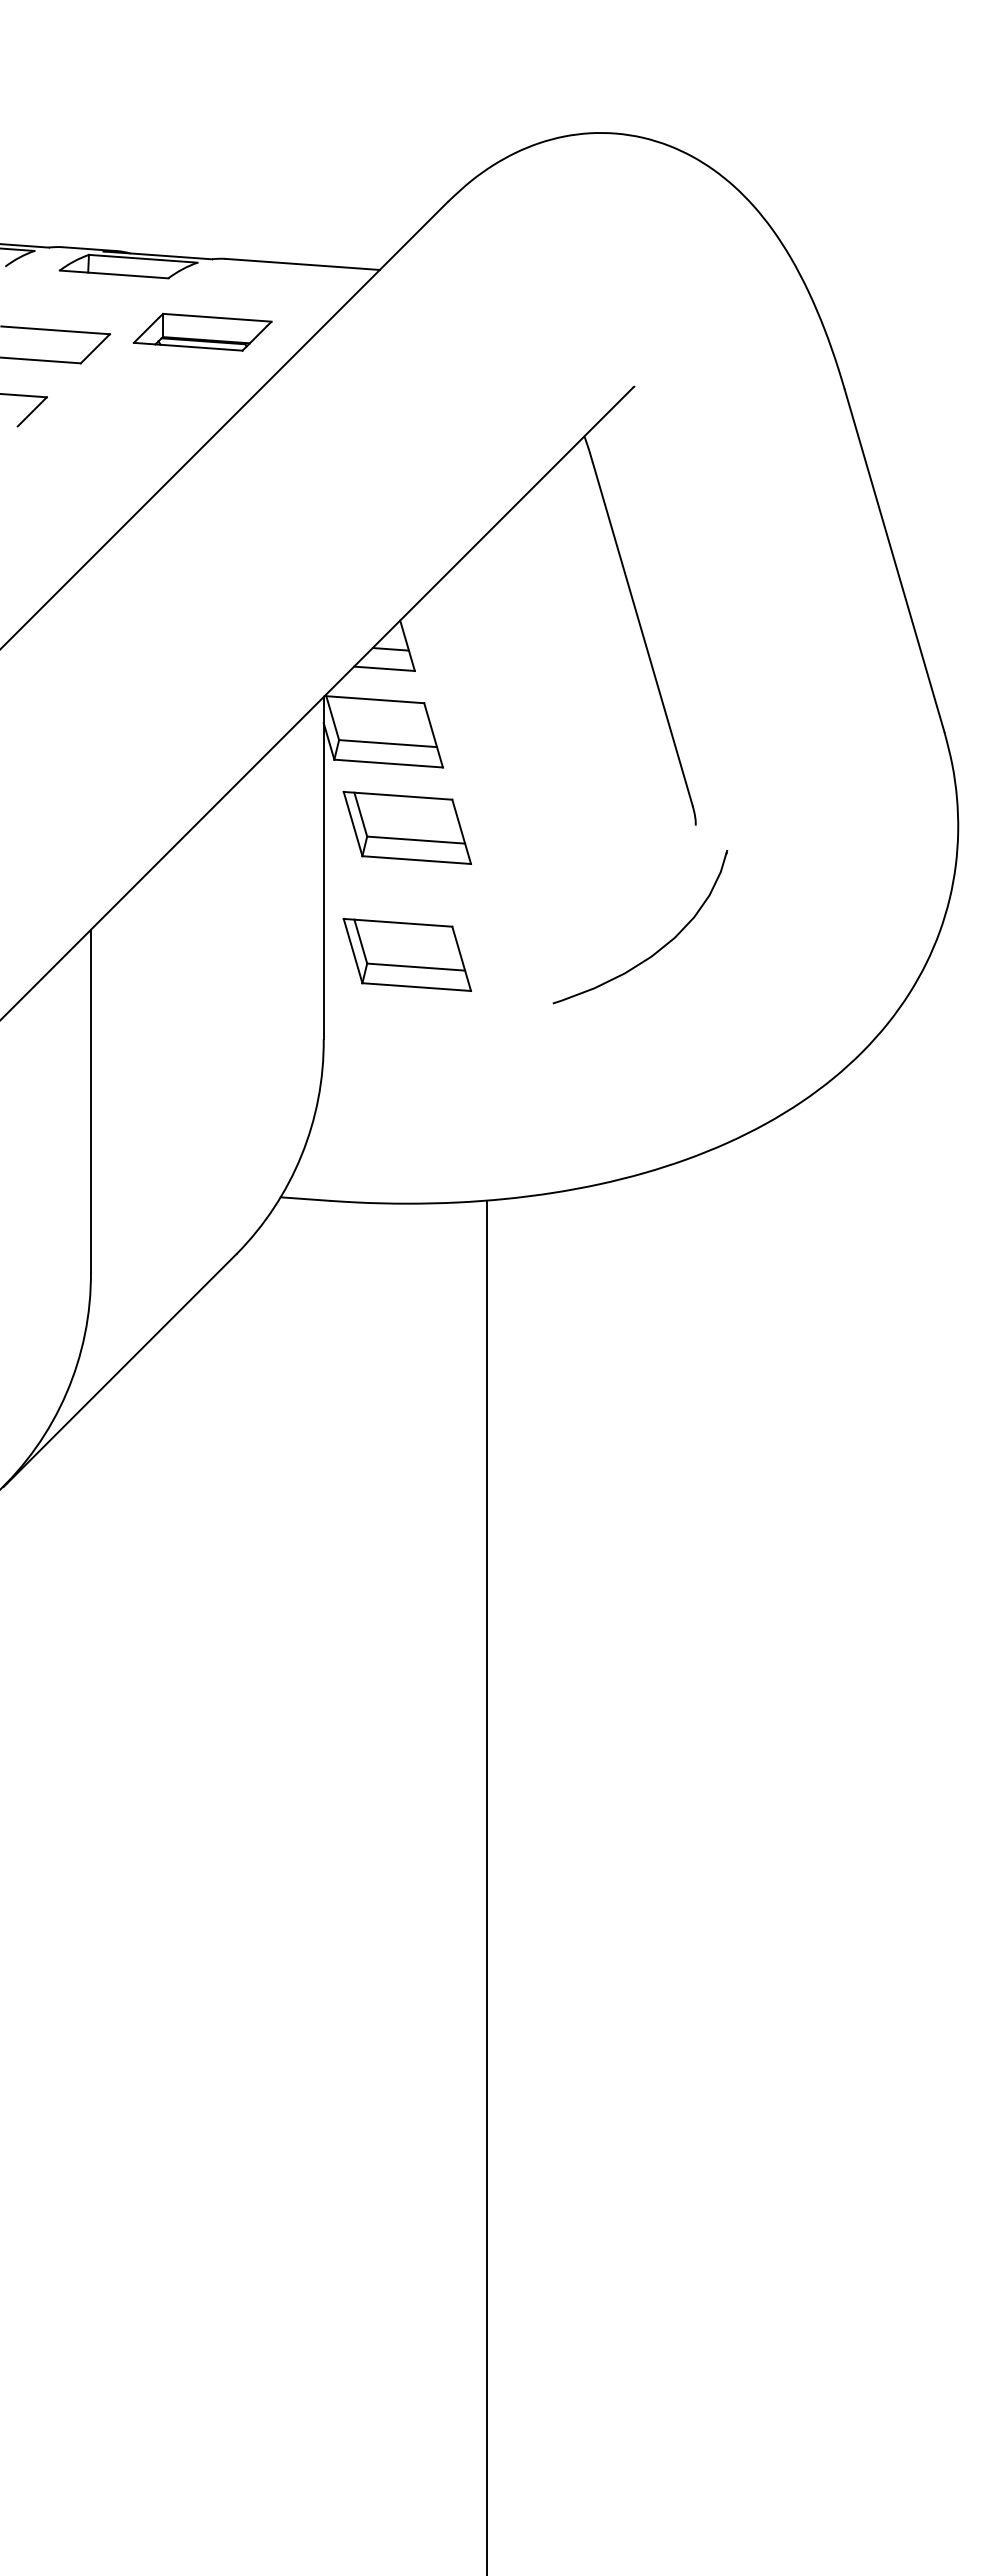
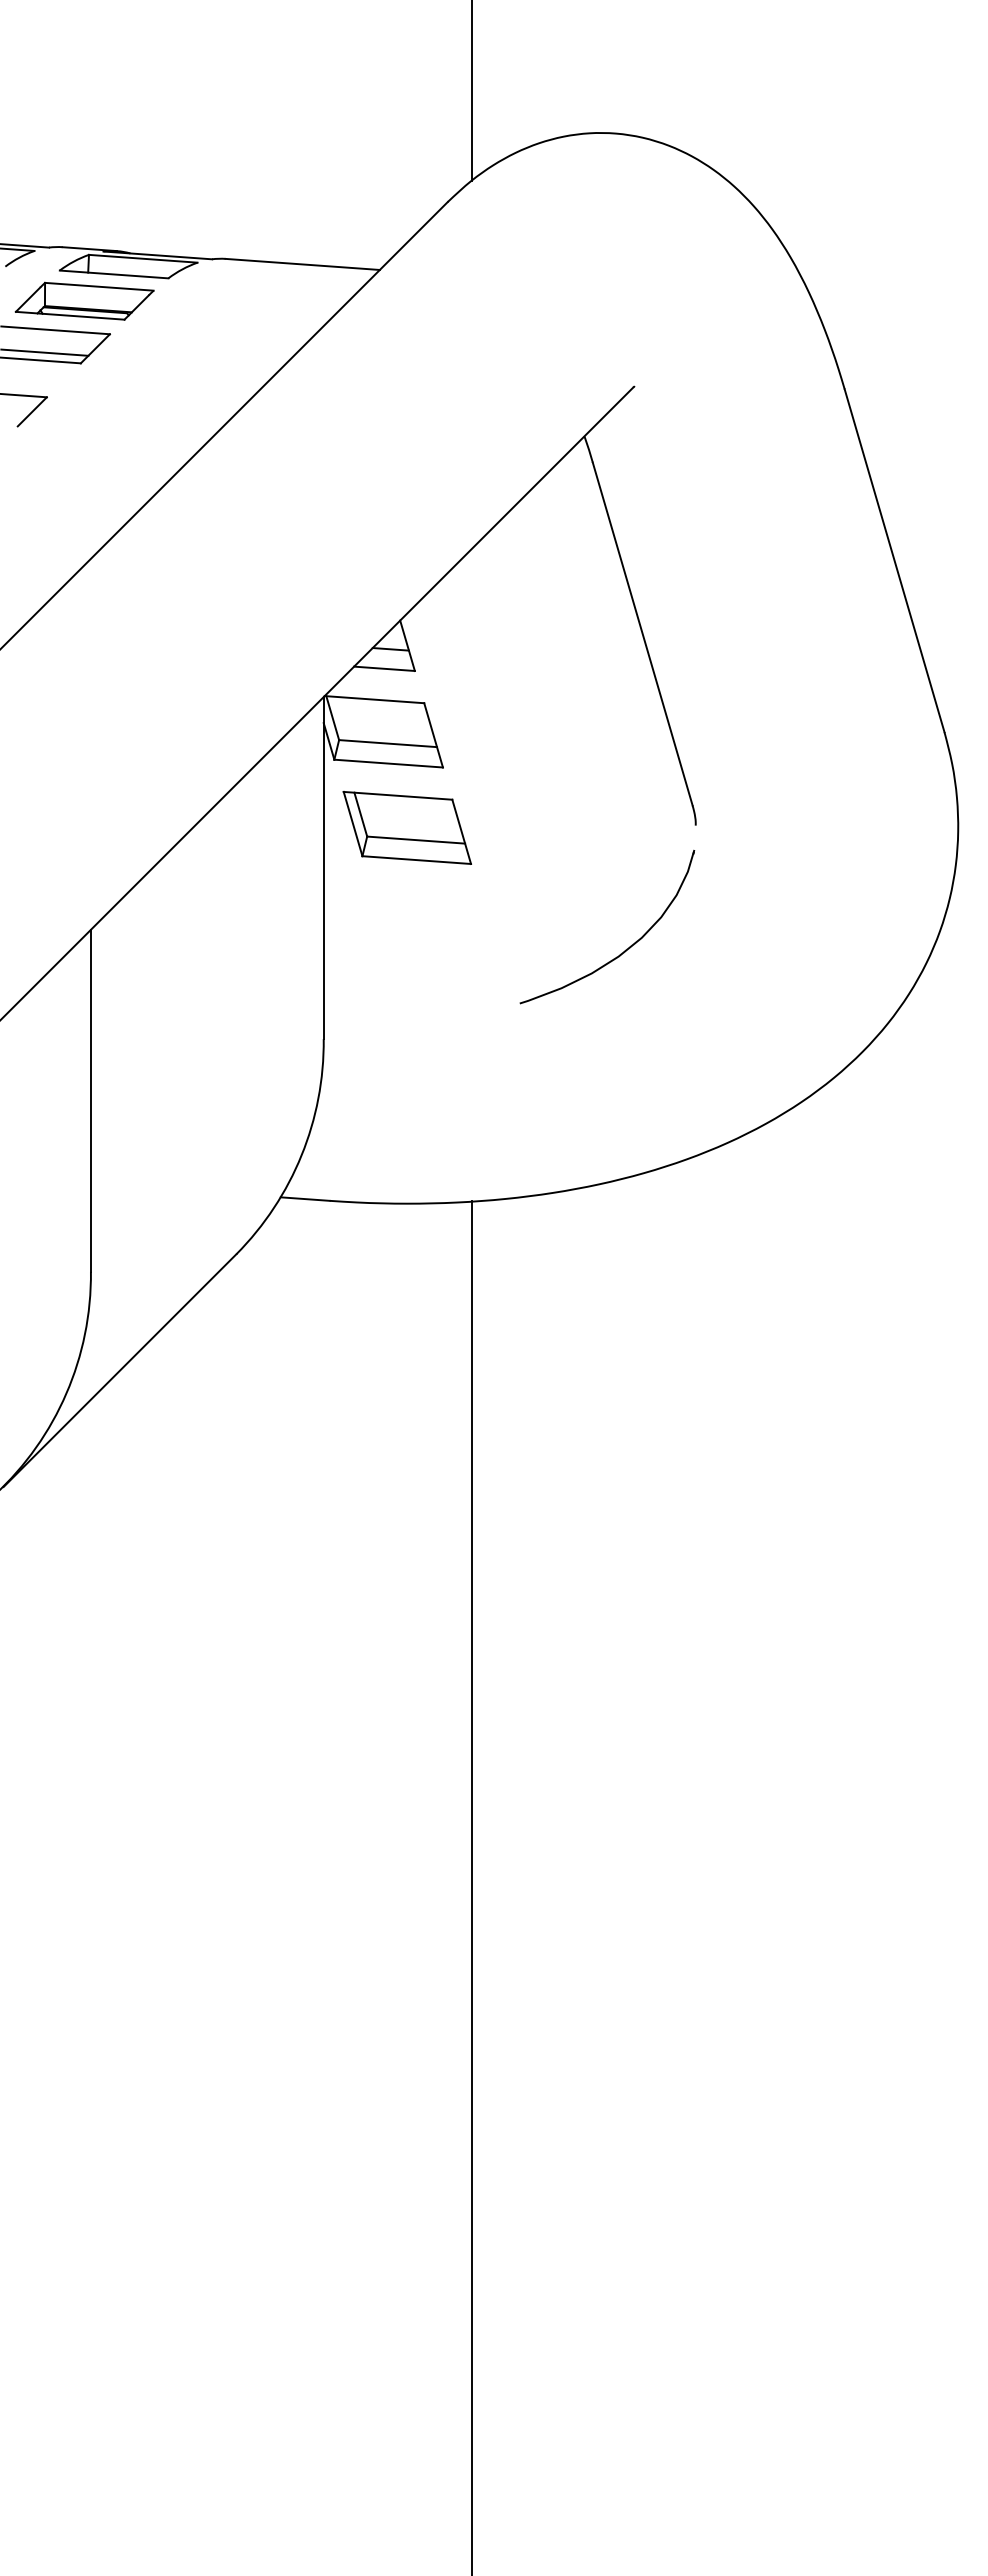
line at (471, 91): none -> present
part at (202, 331) position: (202, 331) -> (84, 300)
line at (45, 352): none -> present
part at (658, 949) position: (658, 949) -> (625, 949)
part at (406, 954): present -> none
line at (486, 1886) position: (486, 1886) -> (471, 1886)
